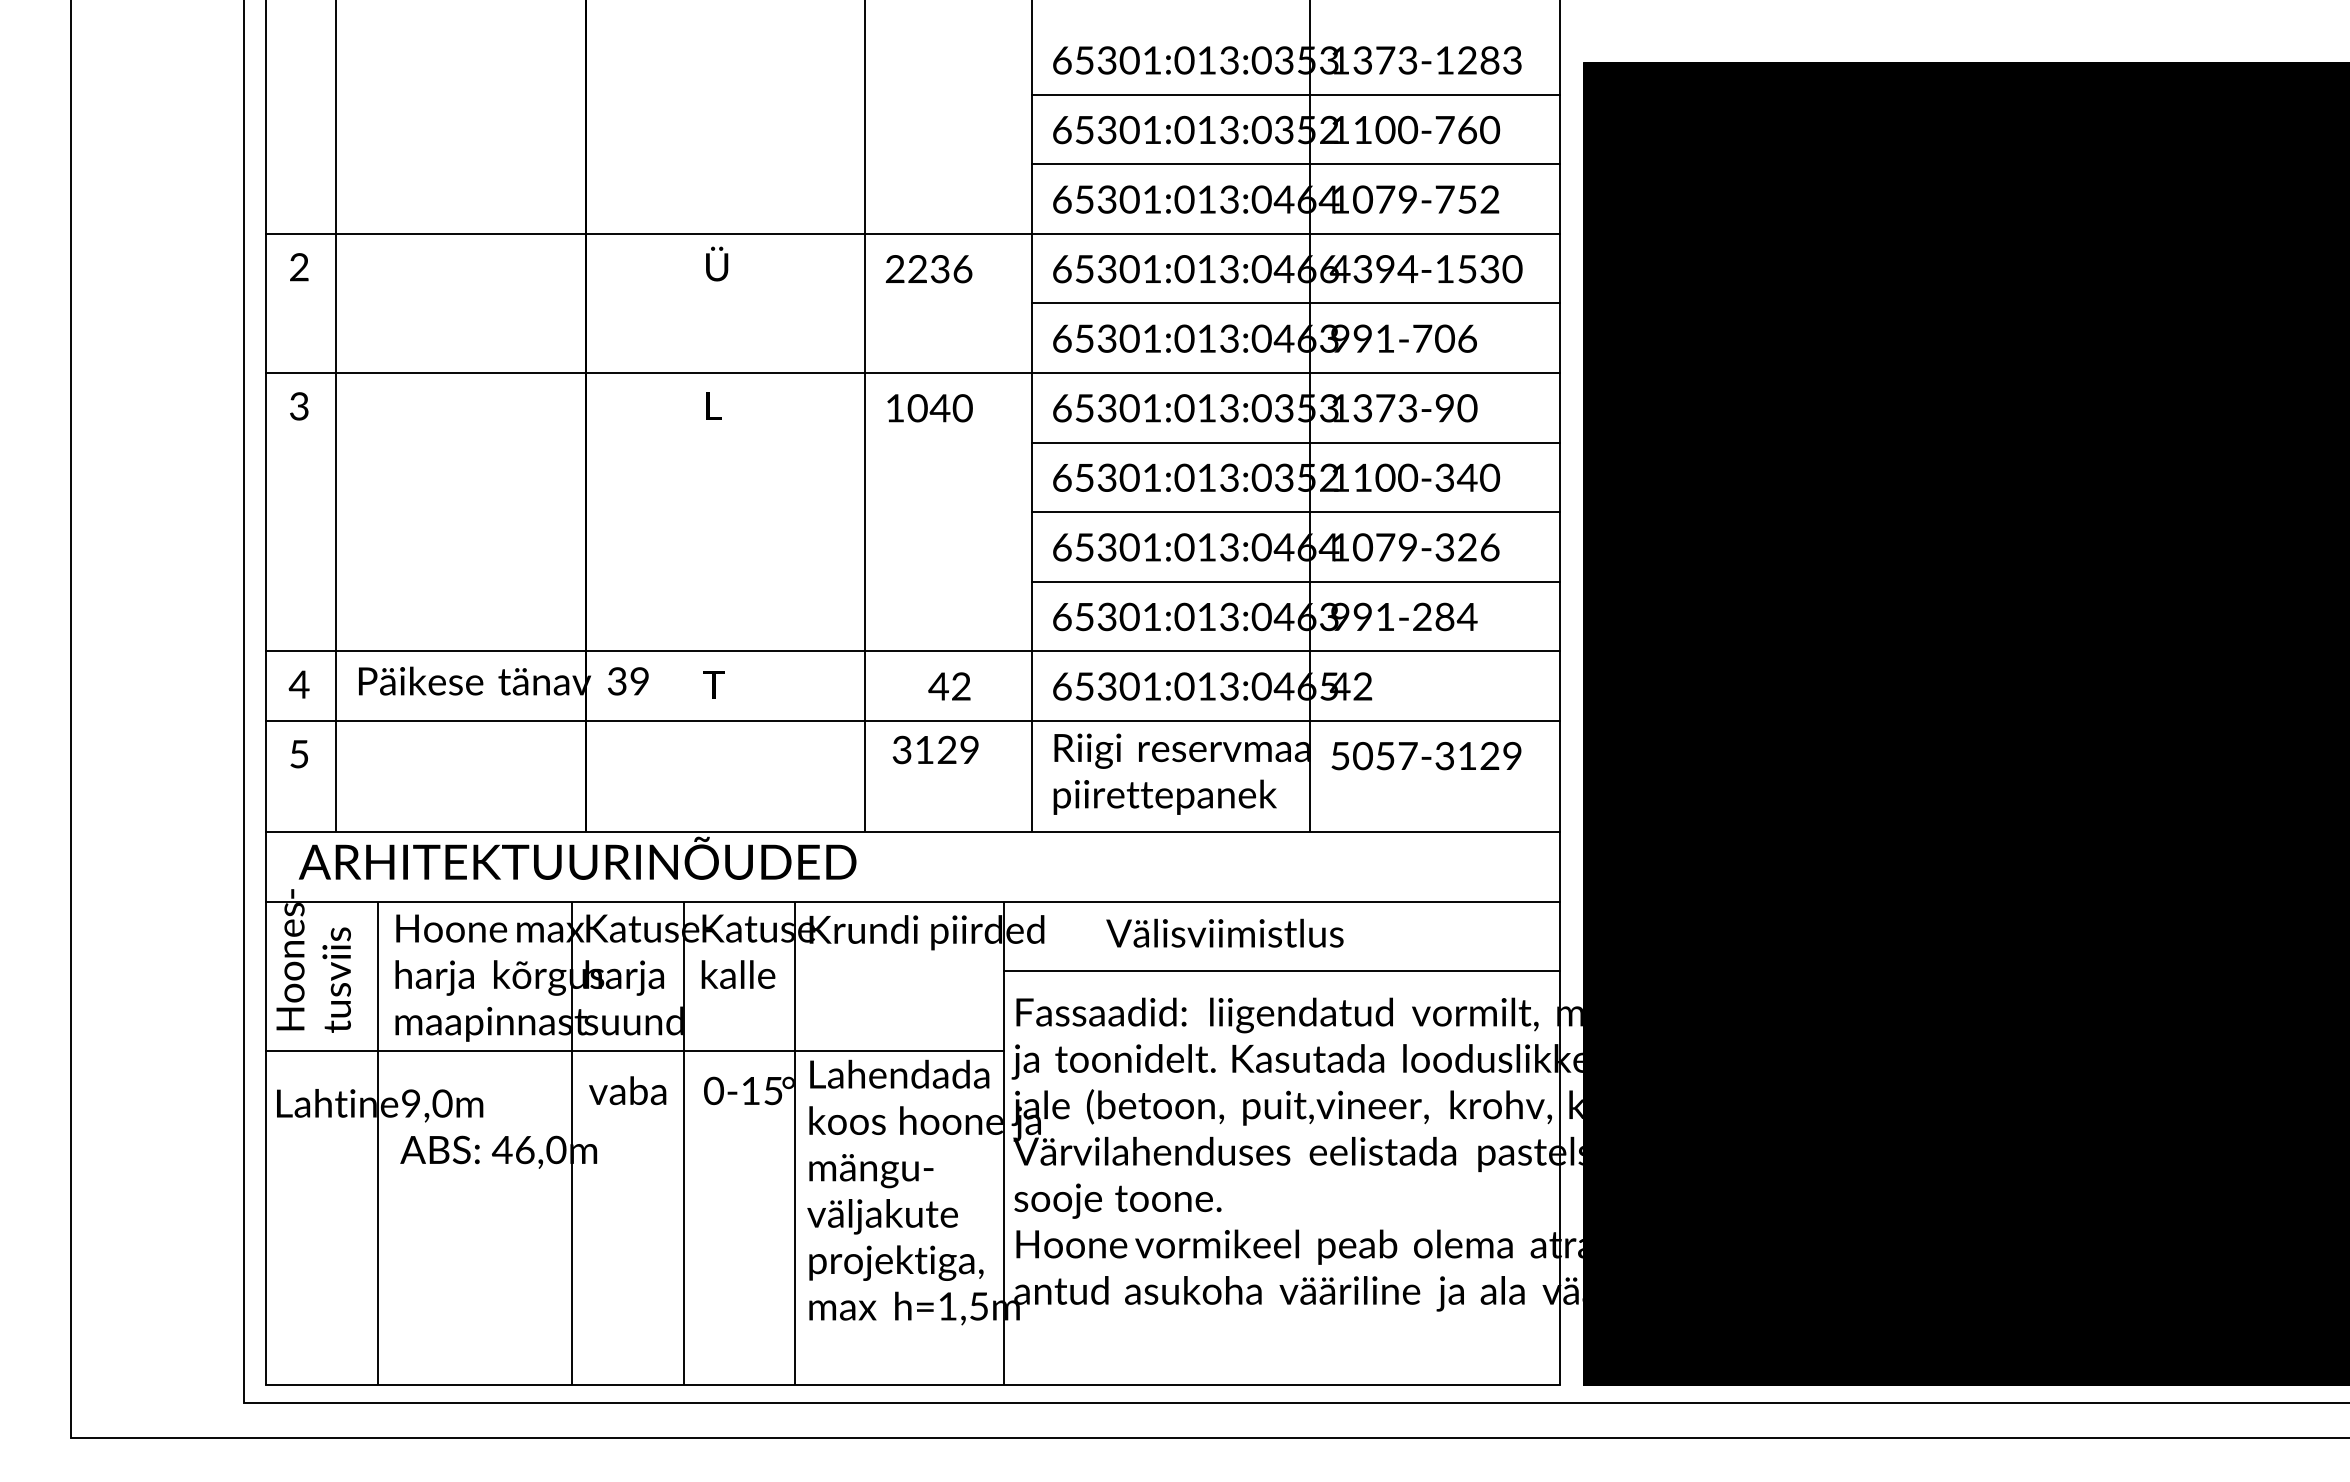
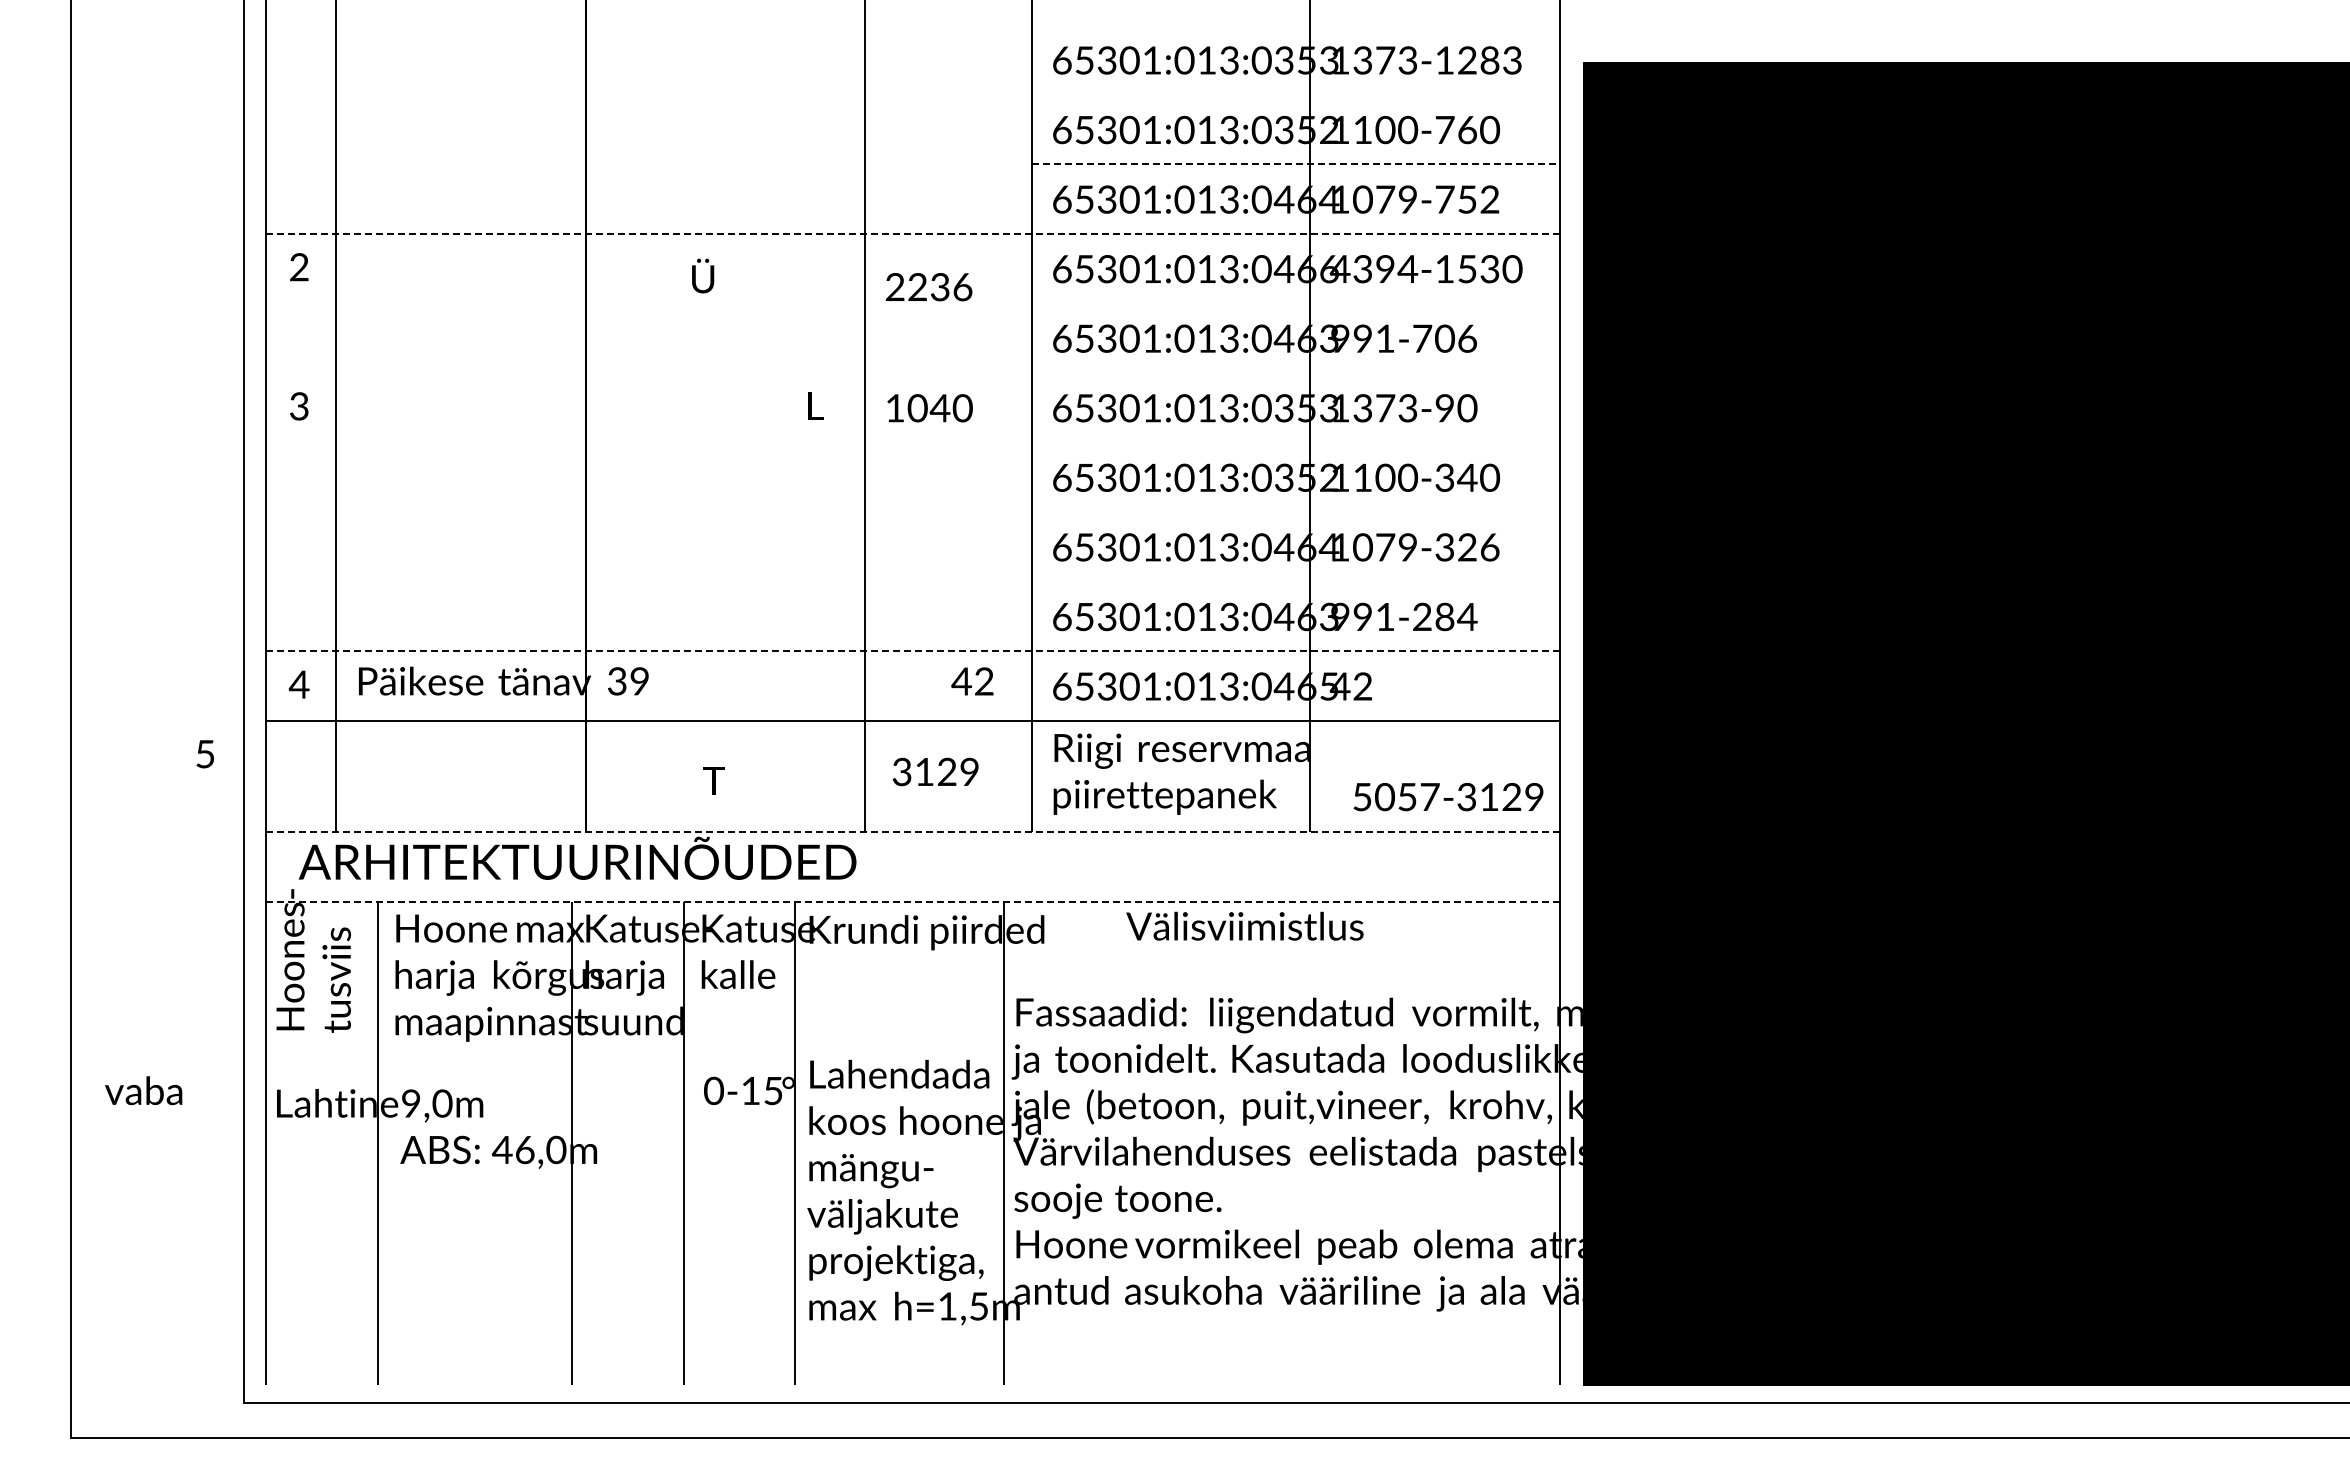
line at (1295, 94): present -> none
line at (1296, 164): solid -> dashed
line at (913, 233): solid -> dashed
text at (717, 263) position: (717, 263) -> (703, 275)
text at (928, 269) position: (928, 269) -> (928, 287)
line at (1295, 303): present -> none
line at (913, 373): present -> none
text at (713, 405) position: (713, 405) -> (815, 405)
line at (1295, 442): present -> none
line at (1295, 512): present -> none
line at (1295, 581): present -> none
line at (913, 651): solid -> dashed
text at (713, 684) position: (713, 684) -> (713, 780)
text at (949, 686) position: (949, 686) -> (972, 681)
text at (935, 749) position: (935, 749) -> (935, 771)
text at (298, 754) position: (298, 754) -> (204, 754)
text at (1426, 756) position: (1426, 756) -> (1448, 797)
line at (913, 832): solid -> dashed
line at (913, 901): solid -> dashed
text at (1224, 932) position: (1224, 932) -> (1244, 925)
line at (1281, 971): present -> none
line at (634, 1050): present -> none
text at (627, 1090) position: (627, 1090) -> (143, 1090)
line at (913, 1384): present -> none
